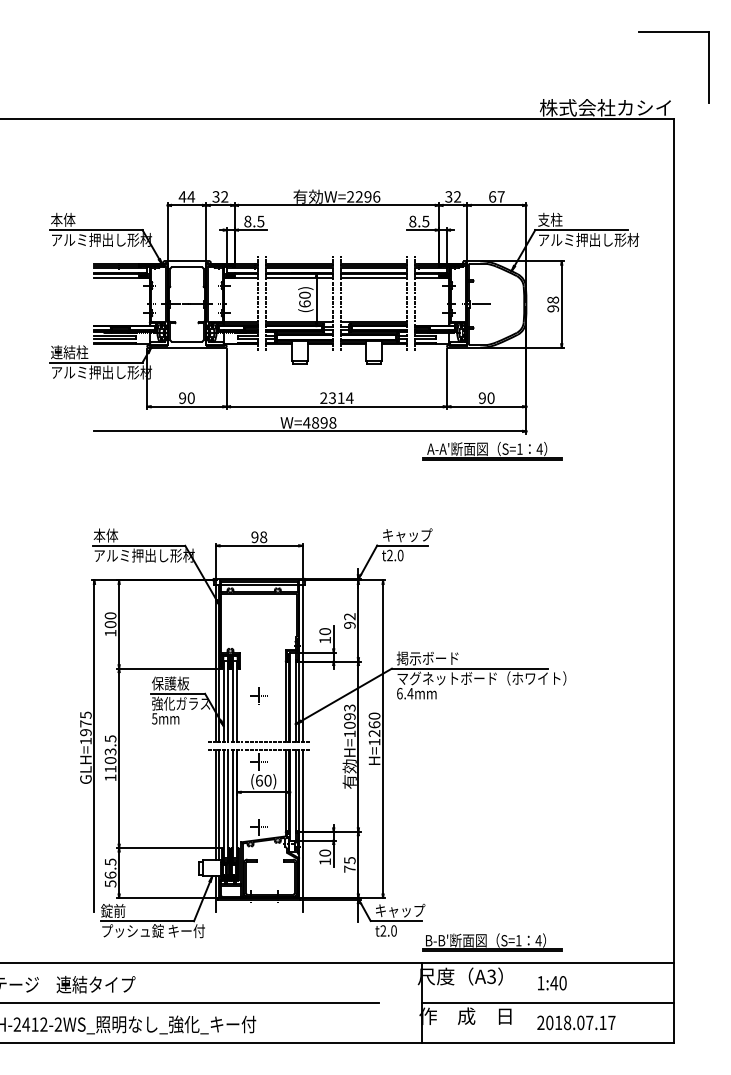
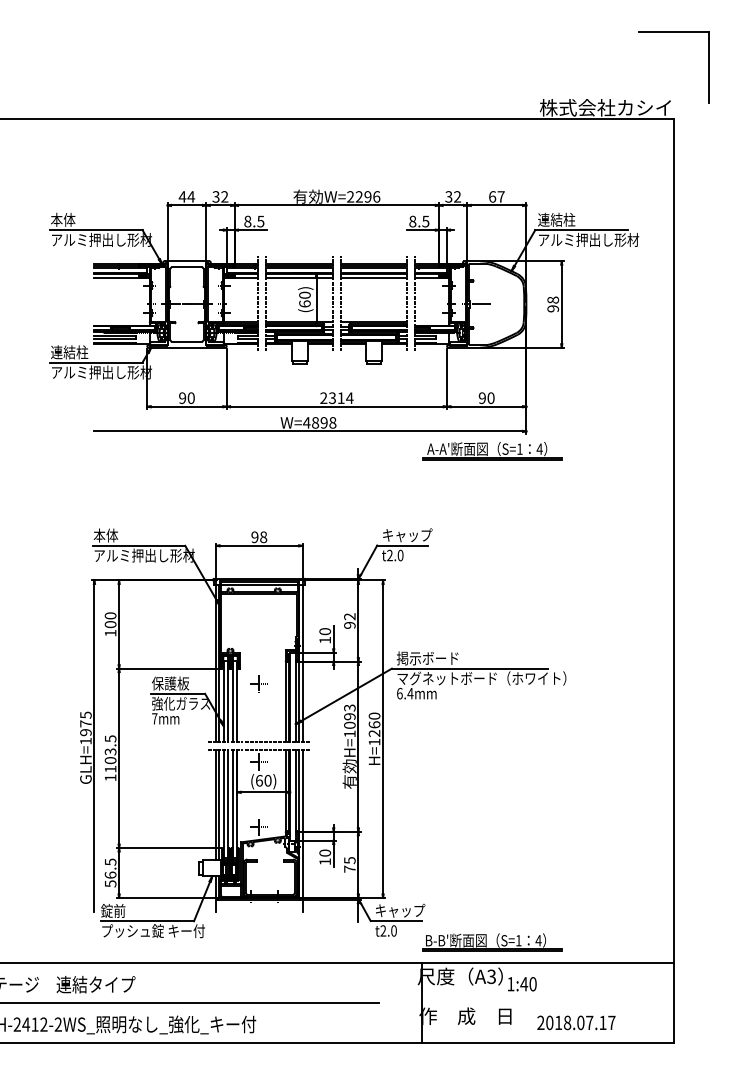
text at (556, 219): 支柱 -> 連結柱
part at (258, 695) position: (258, 695) -> (258, 683)
text at (154, 718): 5mm -> 7mm
text at (552, 983) position: (552, 983) -> (522, 984)
line at (547, 1003): present -> none
